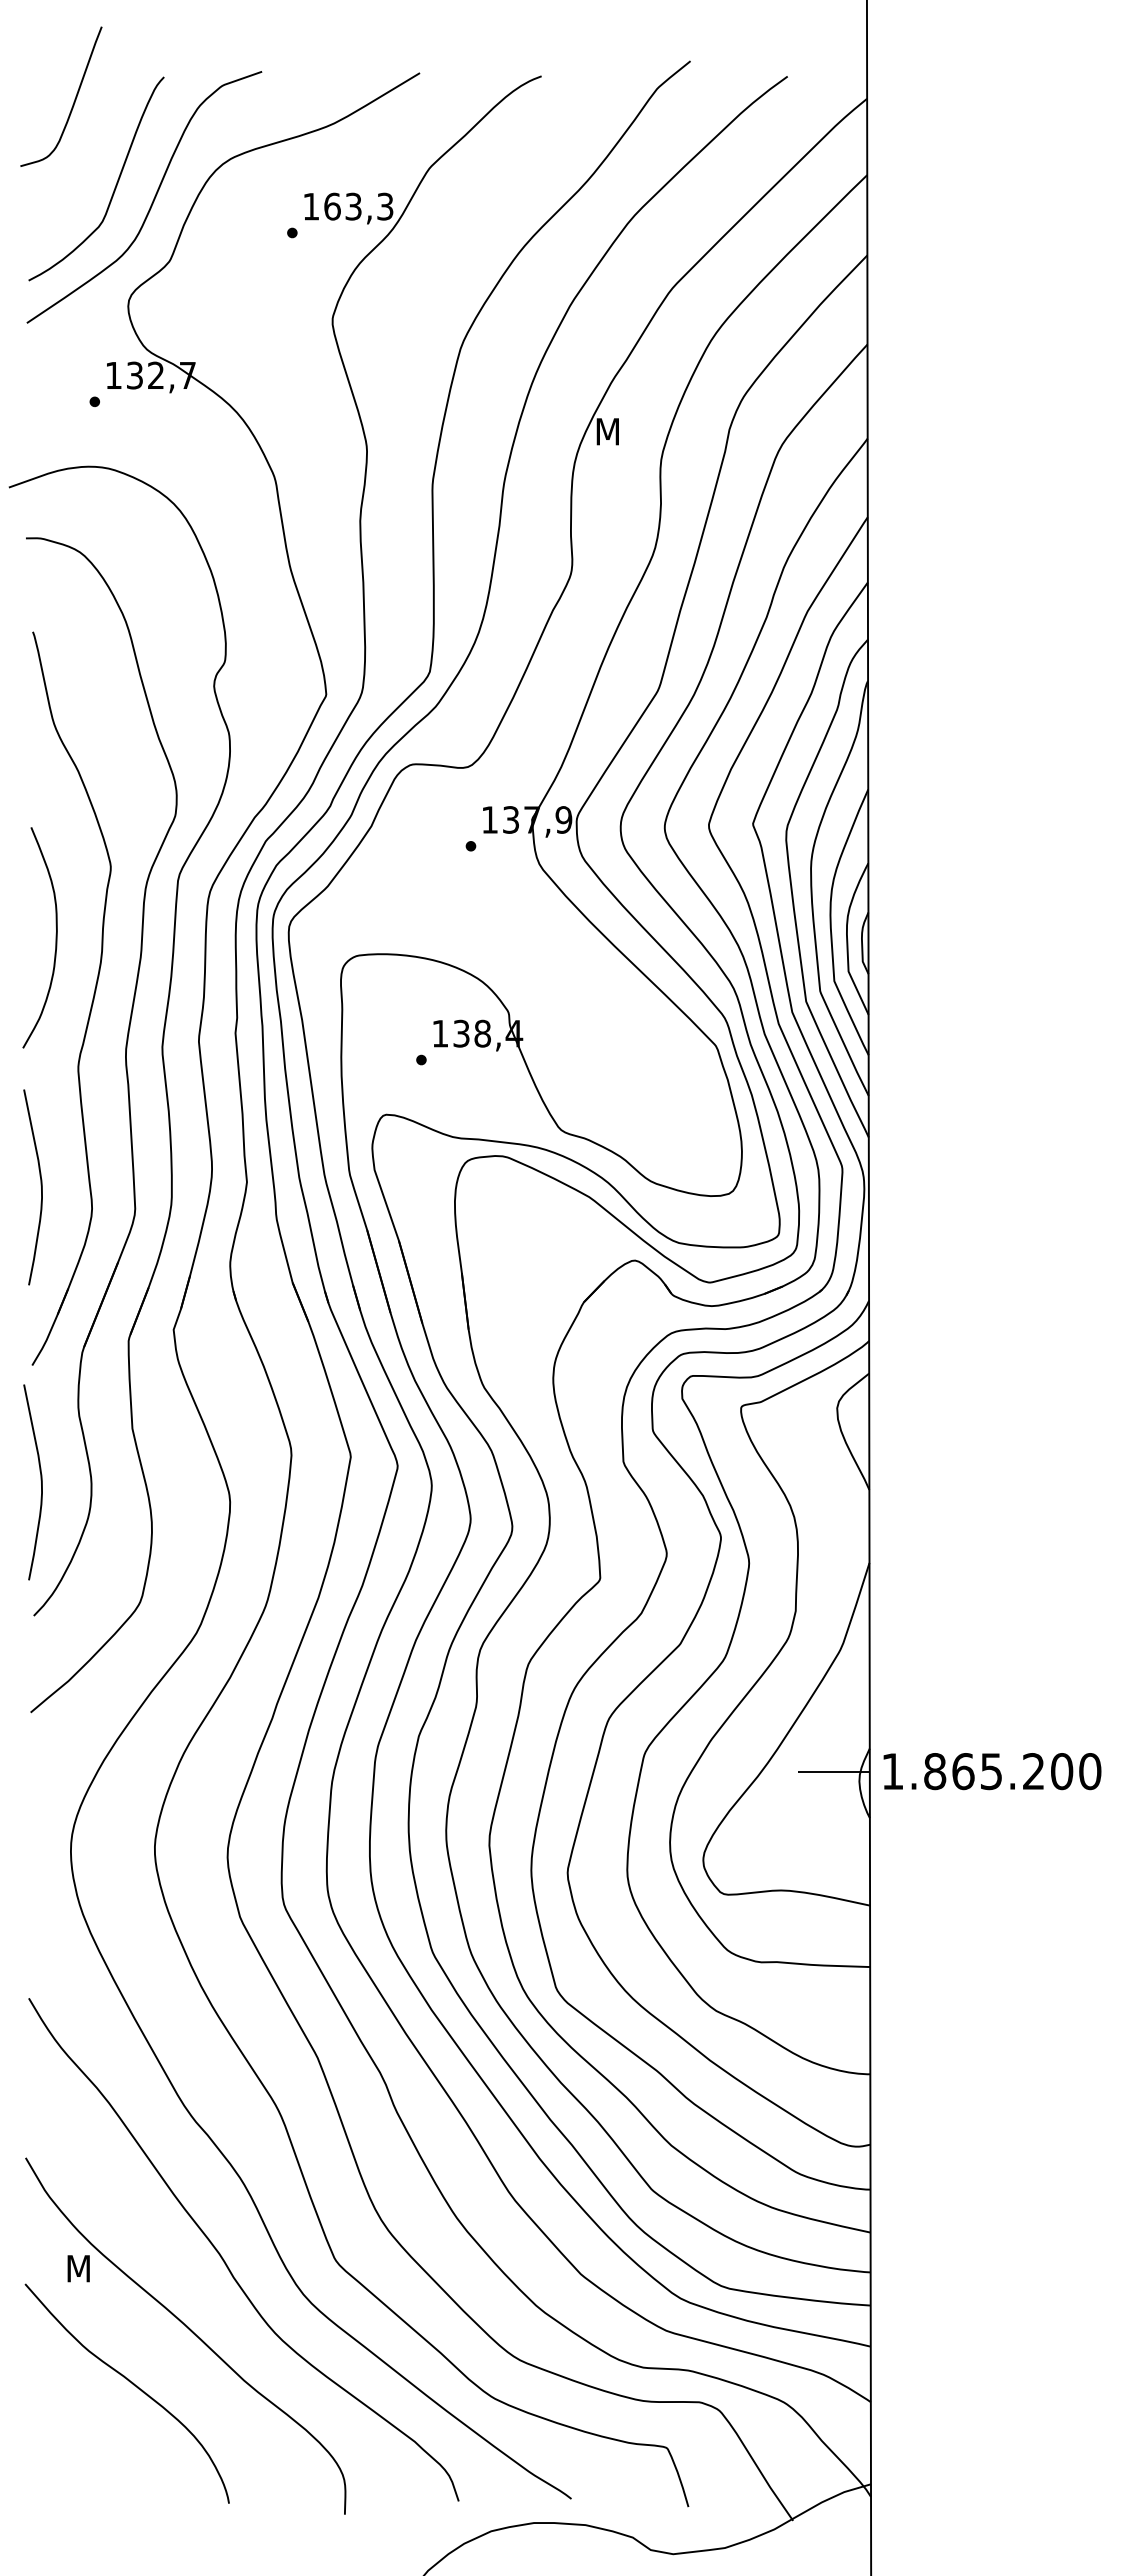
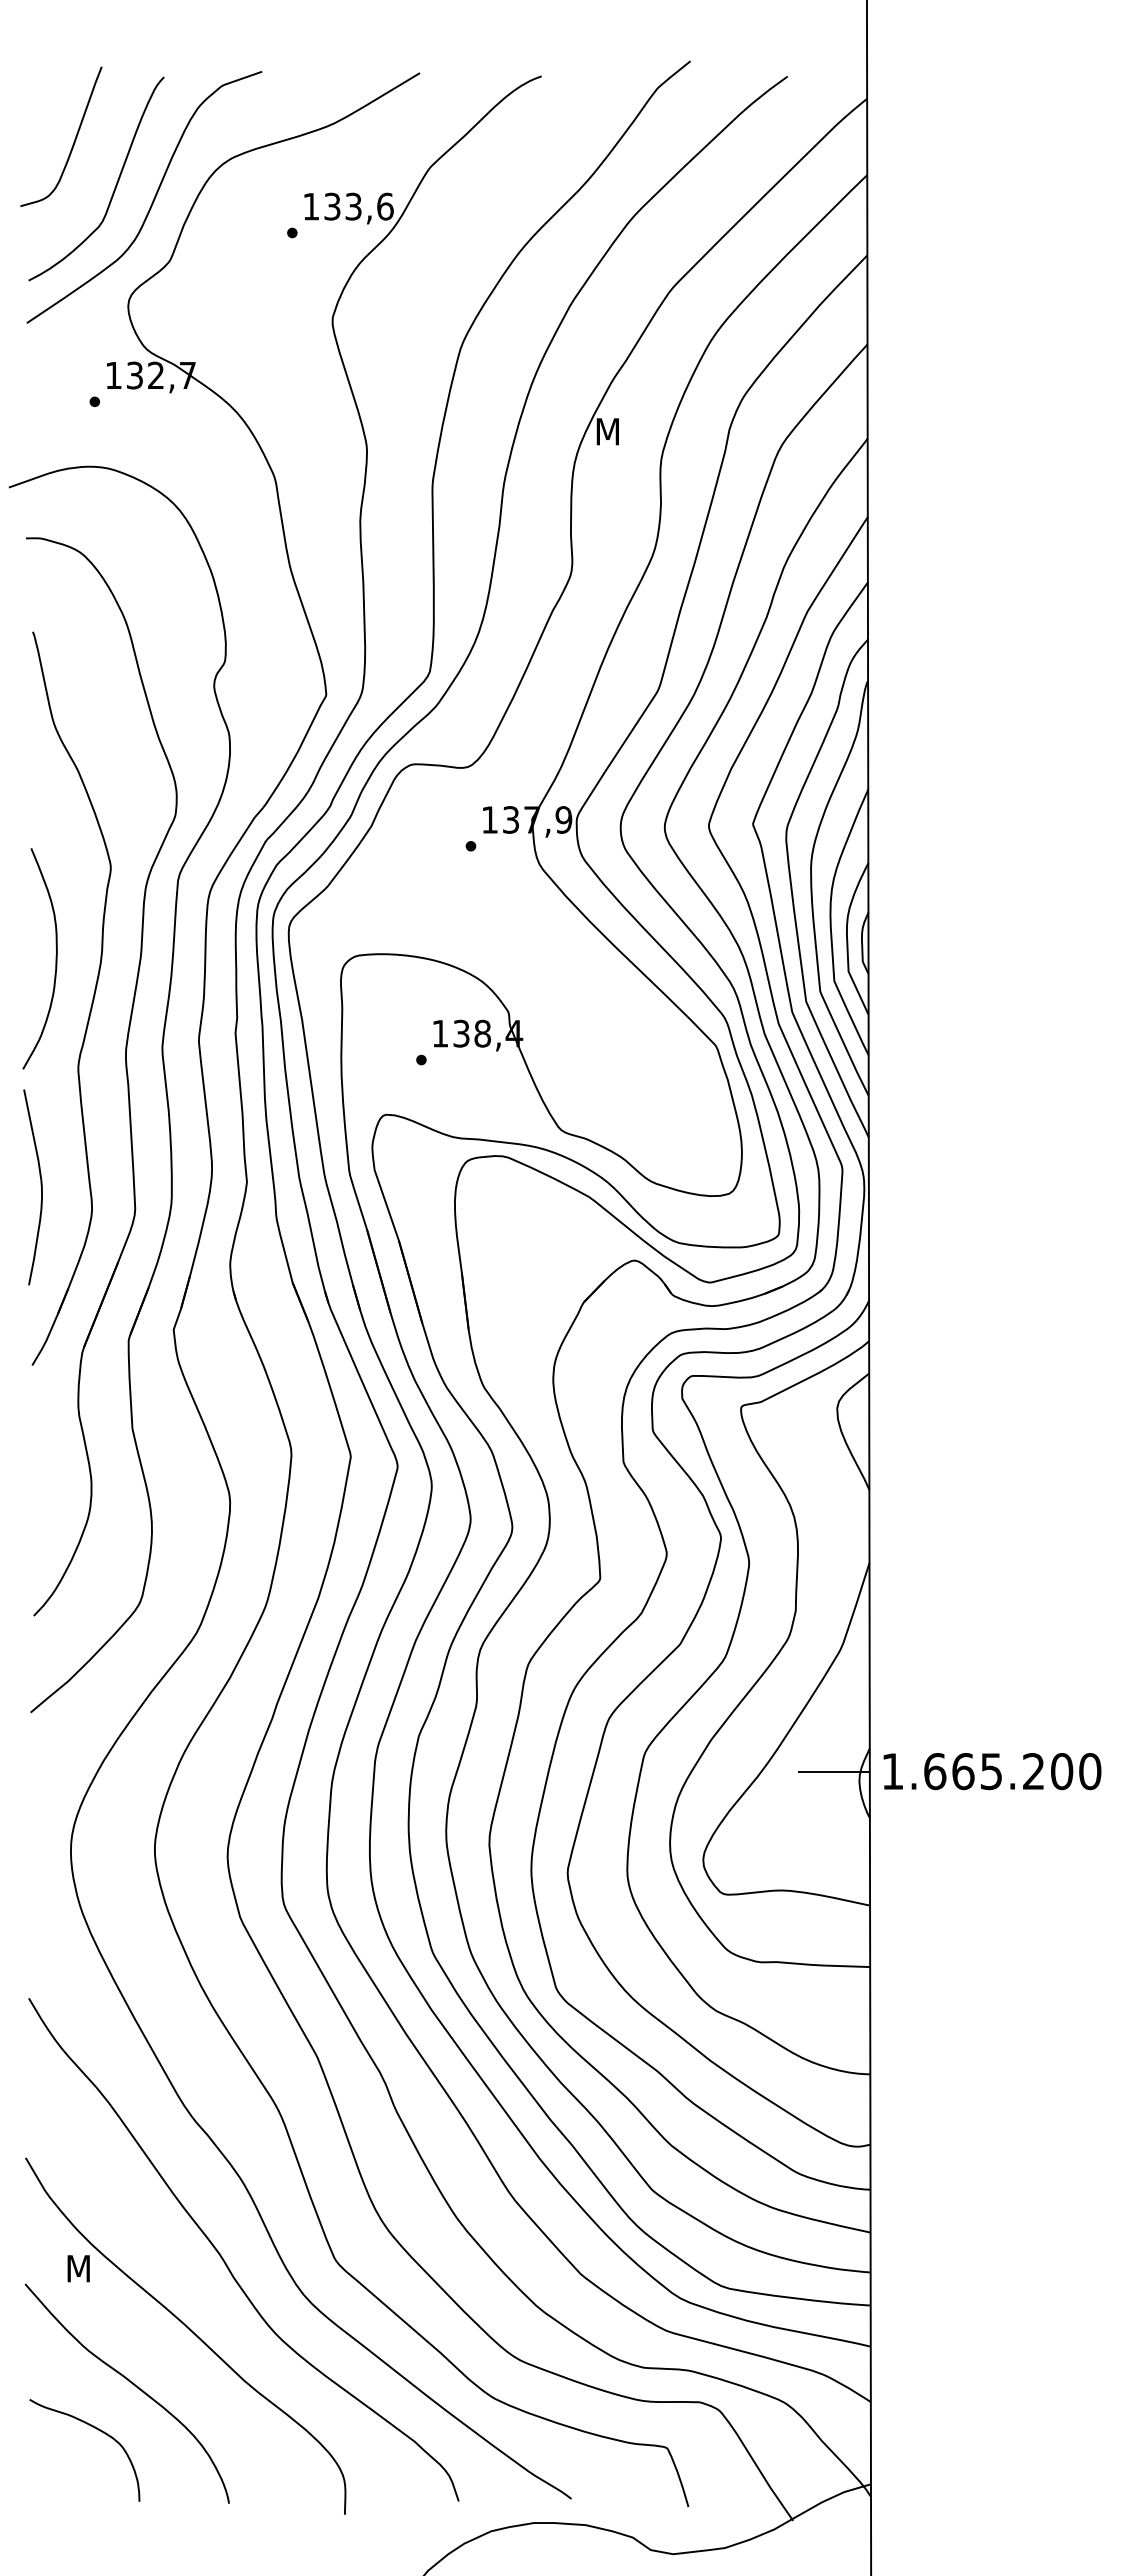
curve at (73, 101) position: (73, 101) -> (73, 141)
text at (358, 206): 163,3 -> 133,6
curve at (55, 937) position: (55, 937) -> (55, 958)
curve at (40, 1480): present -> none
text at (935, 1771): 1.865.200 -> 1.665.200
curve at (94, 2428): none -> present
